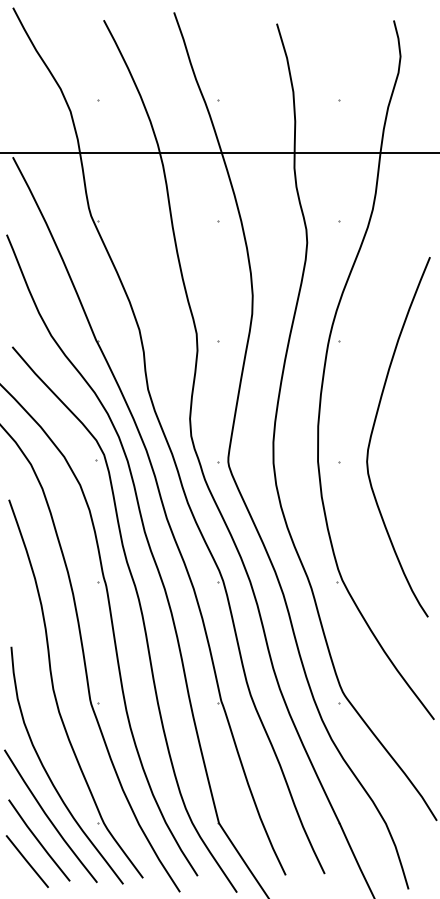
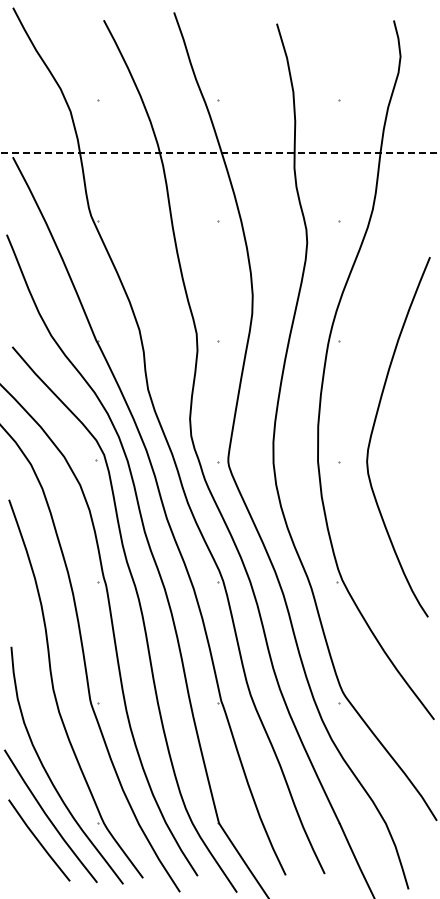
line at (220, 152): solid -> dashed
line at (26, 861): present -> none
